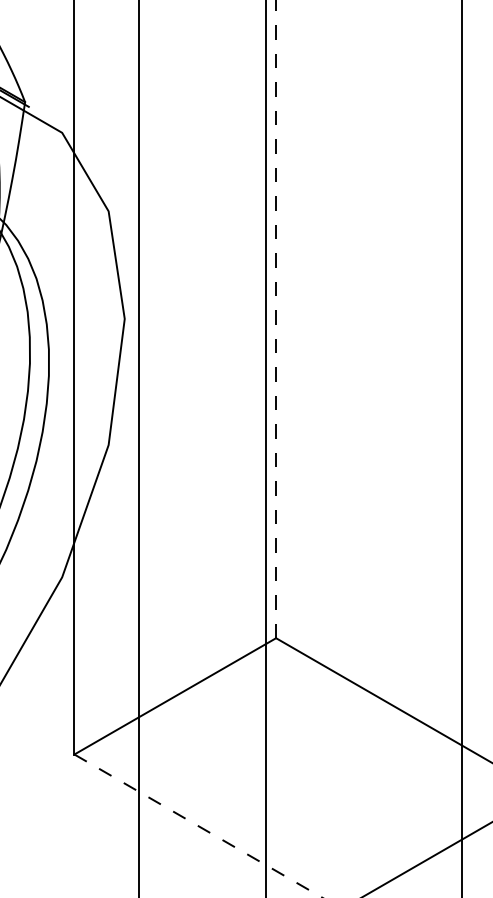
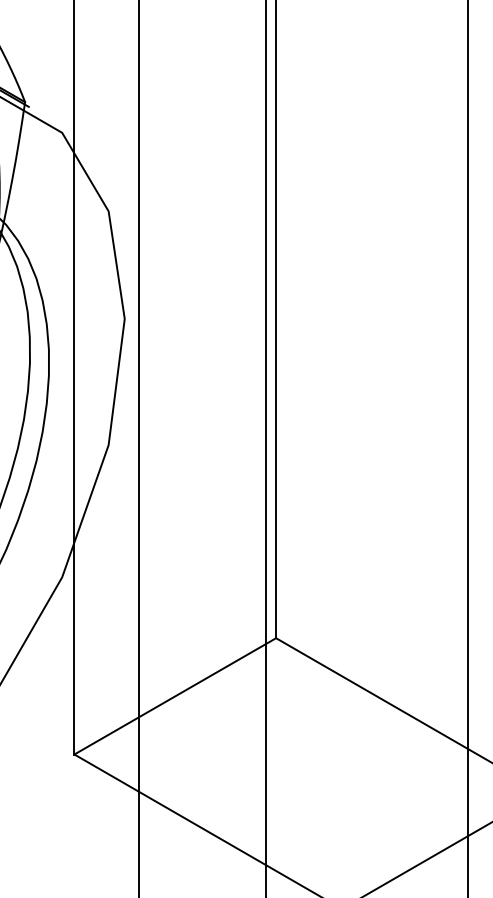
line at (276, 319): dashed -> solid
line at (461, 448) position: (461, 448) -> (467, 448)
line at (198, 826): dashed -> solid
